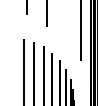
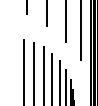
line at (65, 22): none -> present
